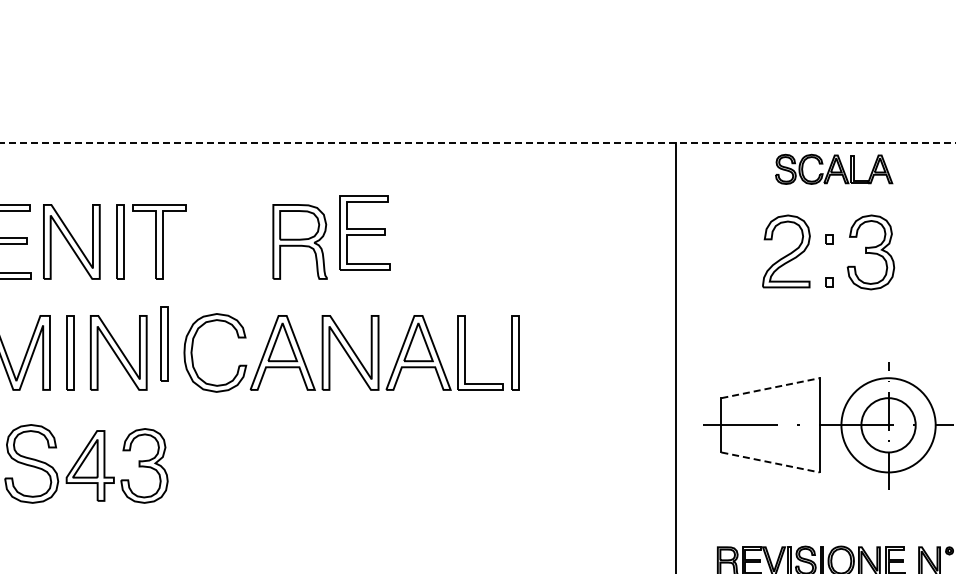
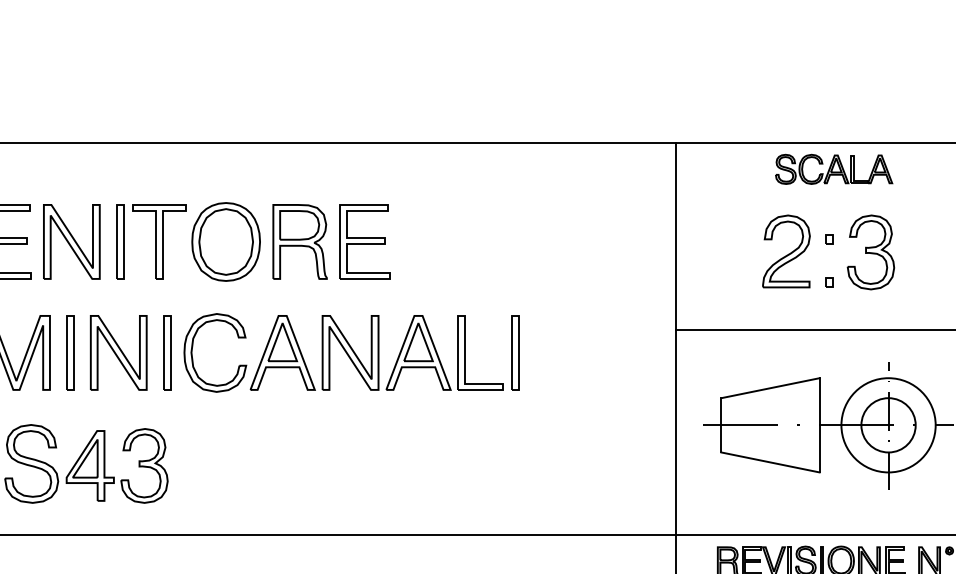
line at (478, 142): dashed -> solid
part at (364, 232) position: (364, 232) -> (364, 241)
part at (225, 241): none -> present
line at (813, 329): none -> present
part at (164, 343) position: (164, 343) -> (167, 352)
line at (770, 388): dashed -> solid
line at (770, 462): dashed -> solid
line at (477, 534): none -> present
